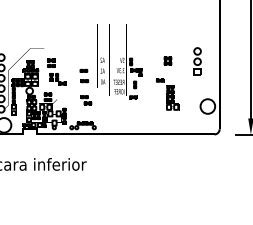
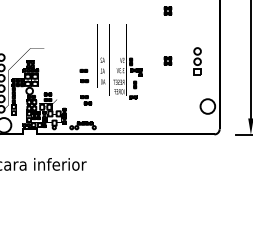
part at (167, 10): none -> present
part at (56, 71): present -> none
part at (167, 94): present -> none
